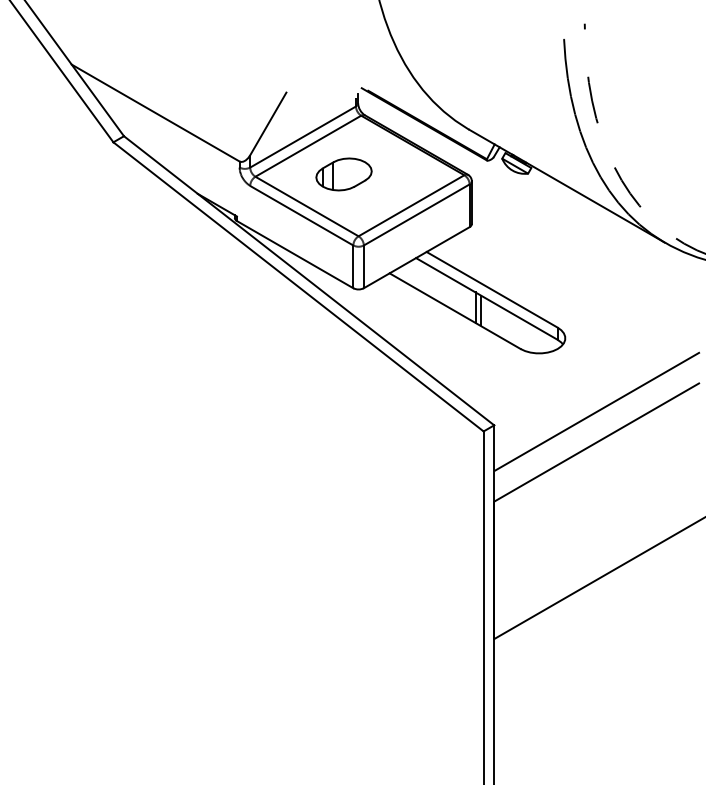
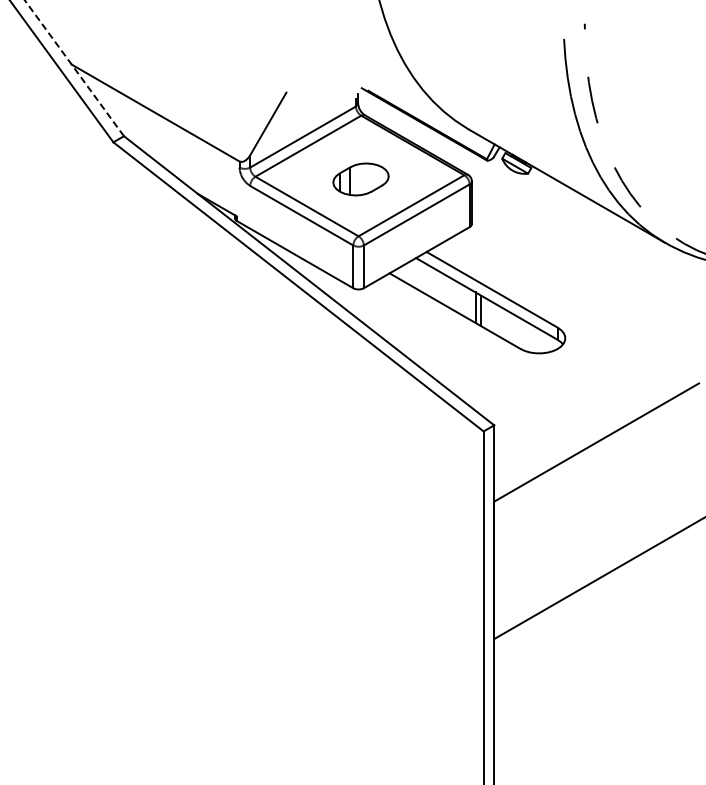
line at (74, 68): solid -> dashed
part at (343, 174) position: (343, 174) -> (360, 179)
line at (598, 411): present -> none
